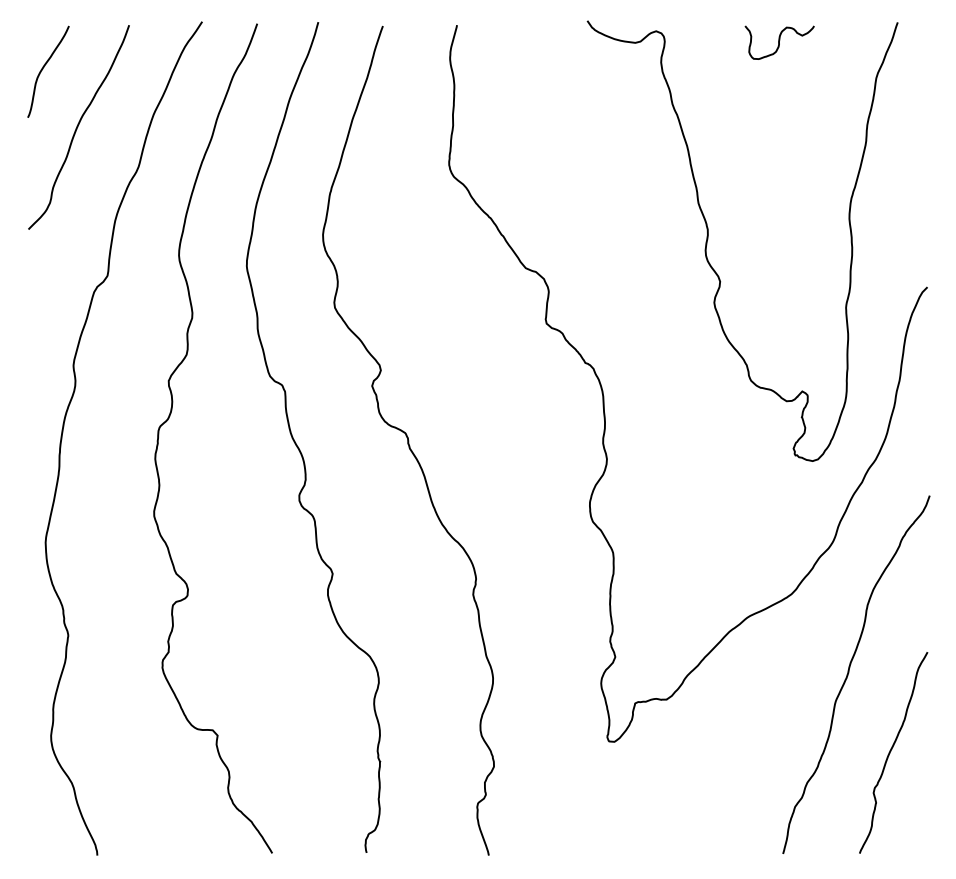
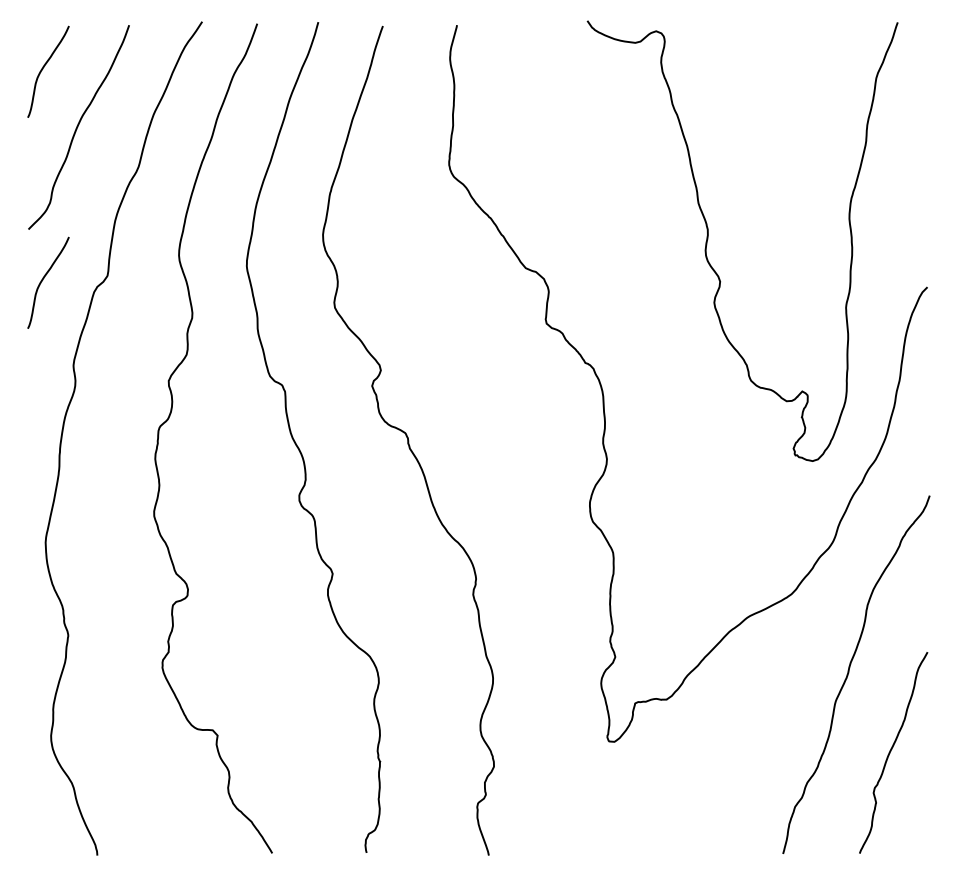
curve at (779, 42): present -> none
curve at (43, 280): none -> present
